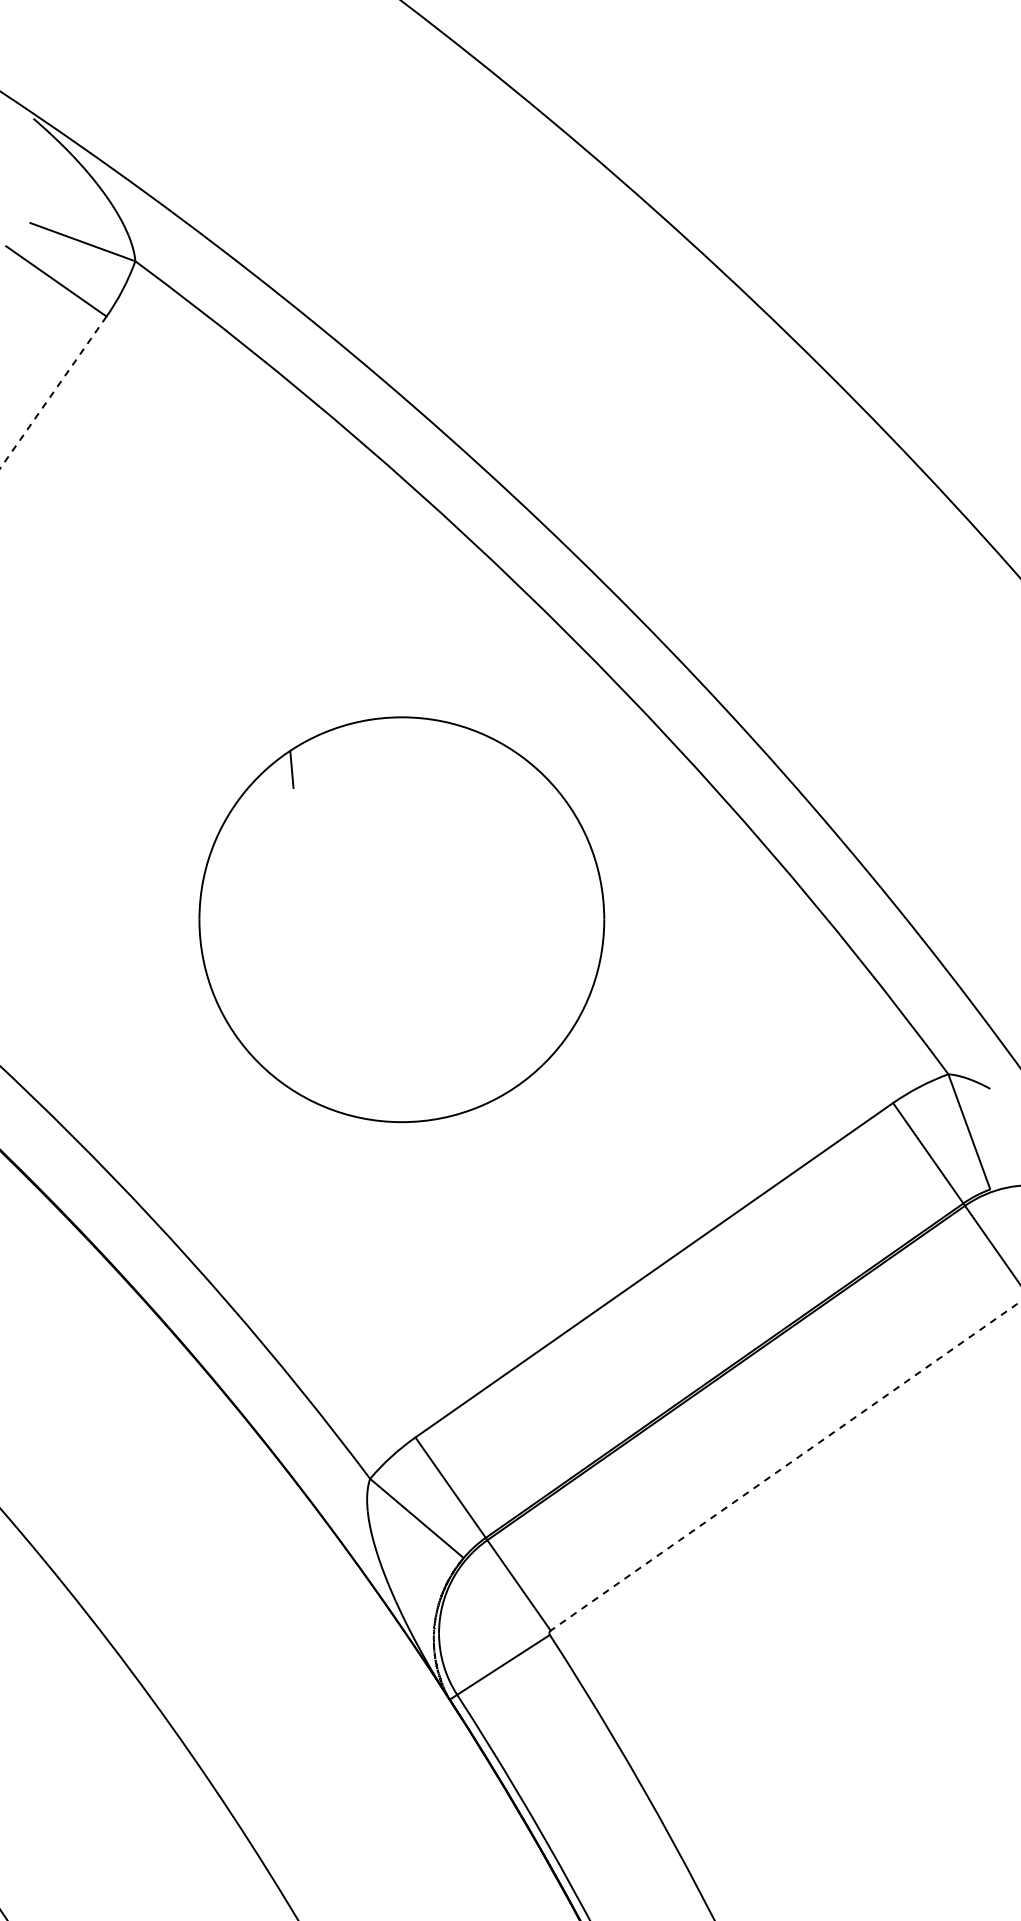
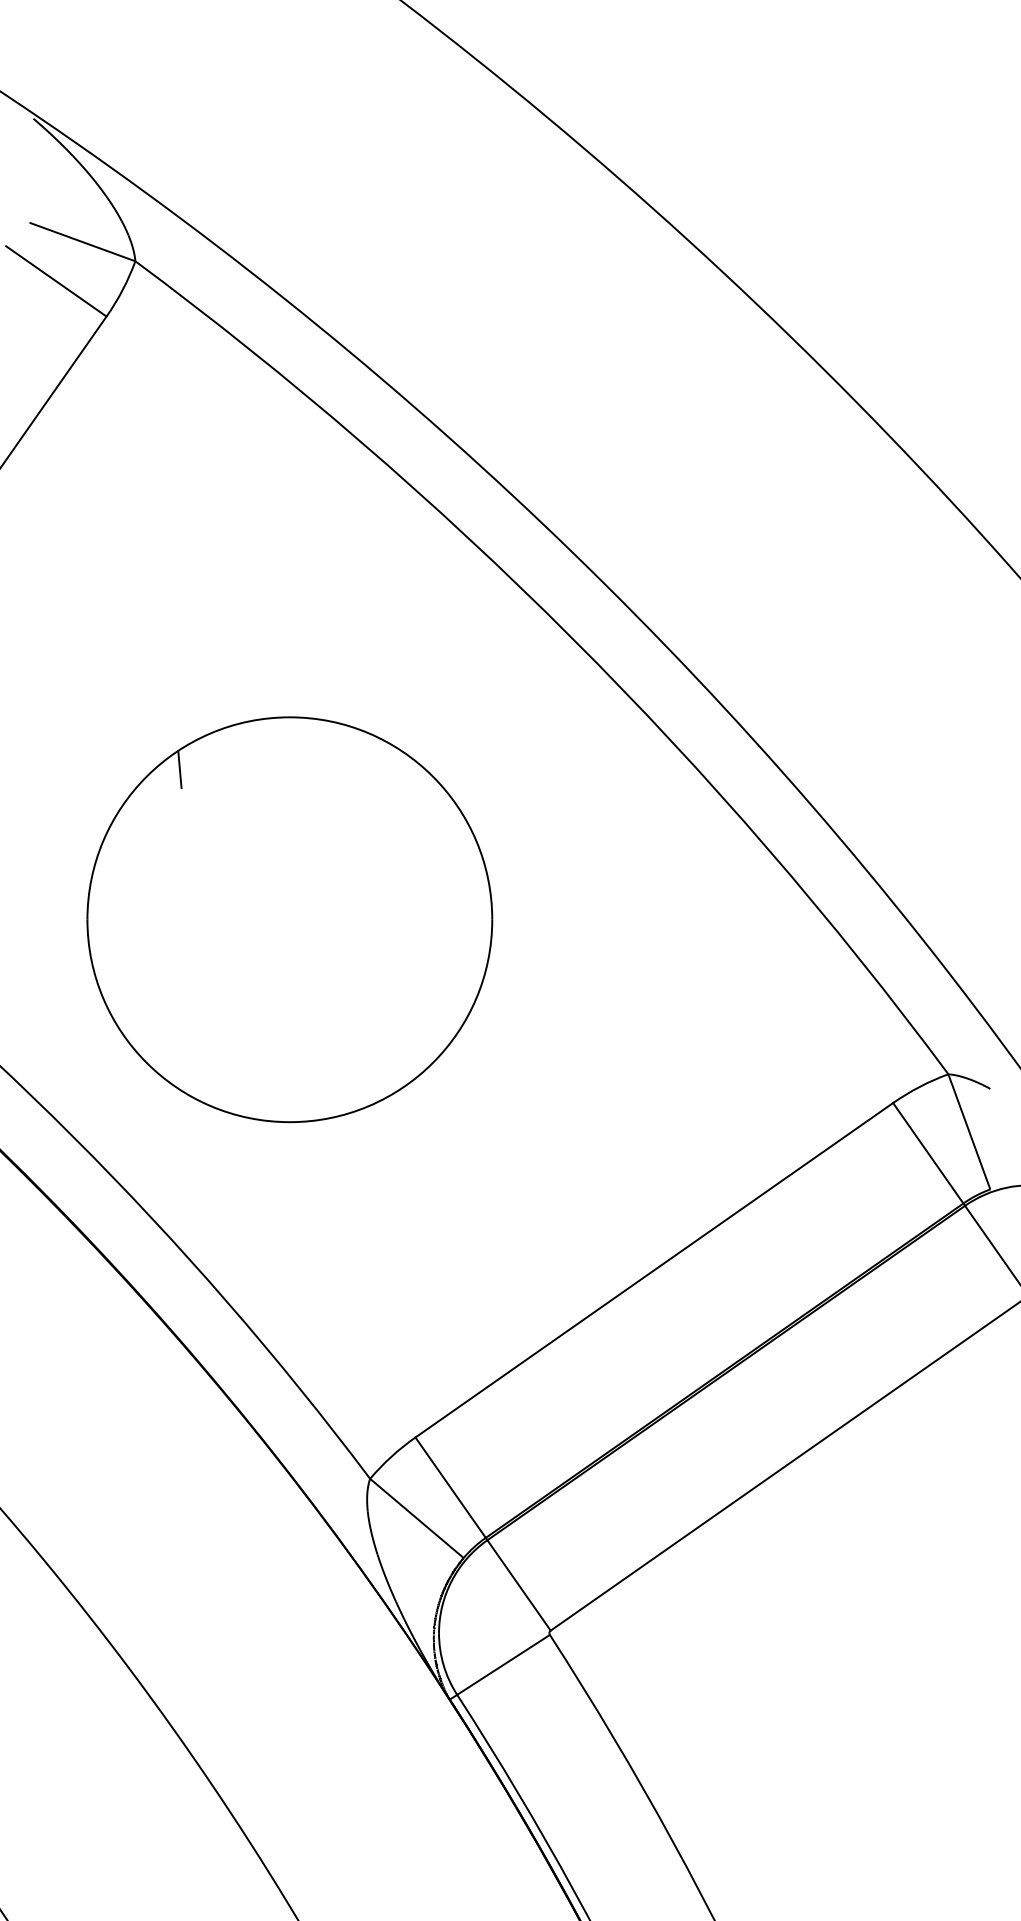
line at (53, 392): dashed -> solid
part at (401, 919) position: (401, 919) -> (289, 919)
line at (785, 1466): dashed -> solid
